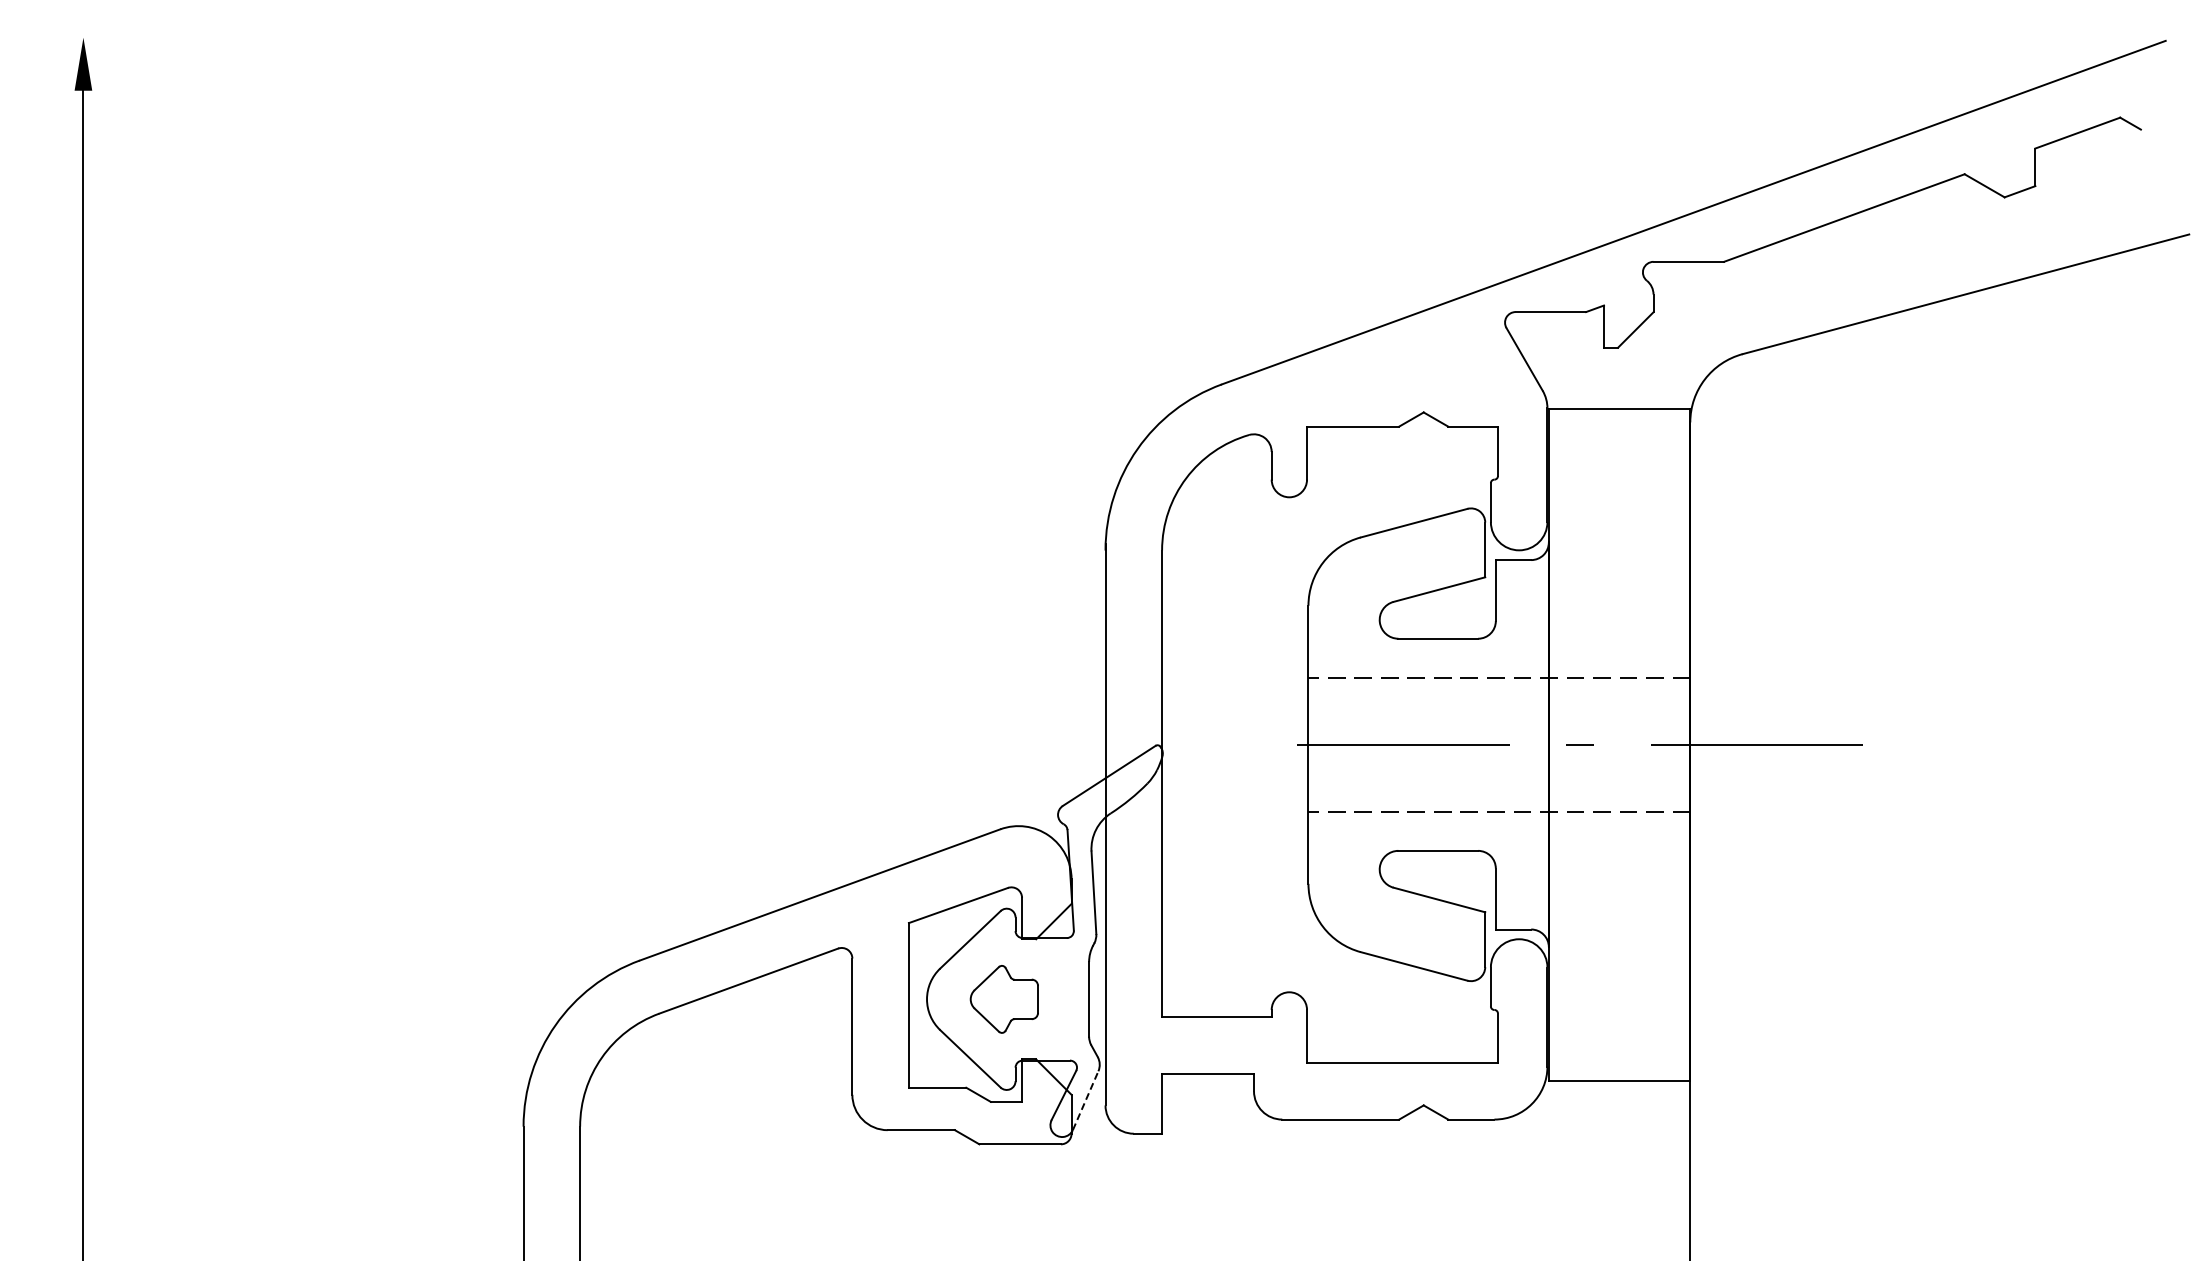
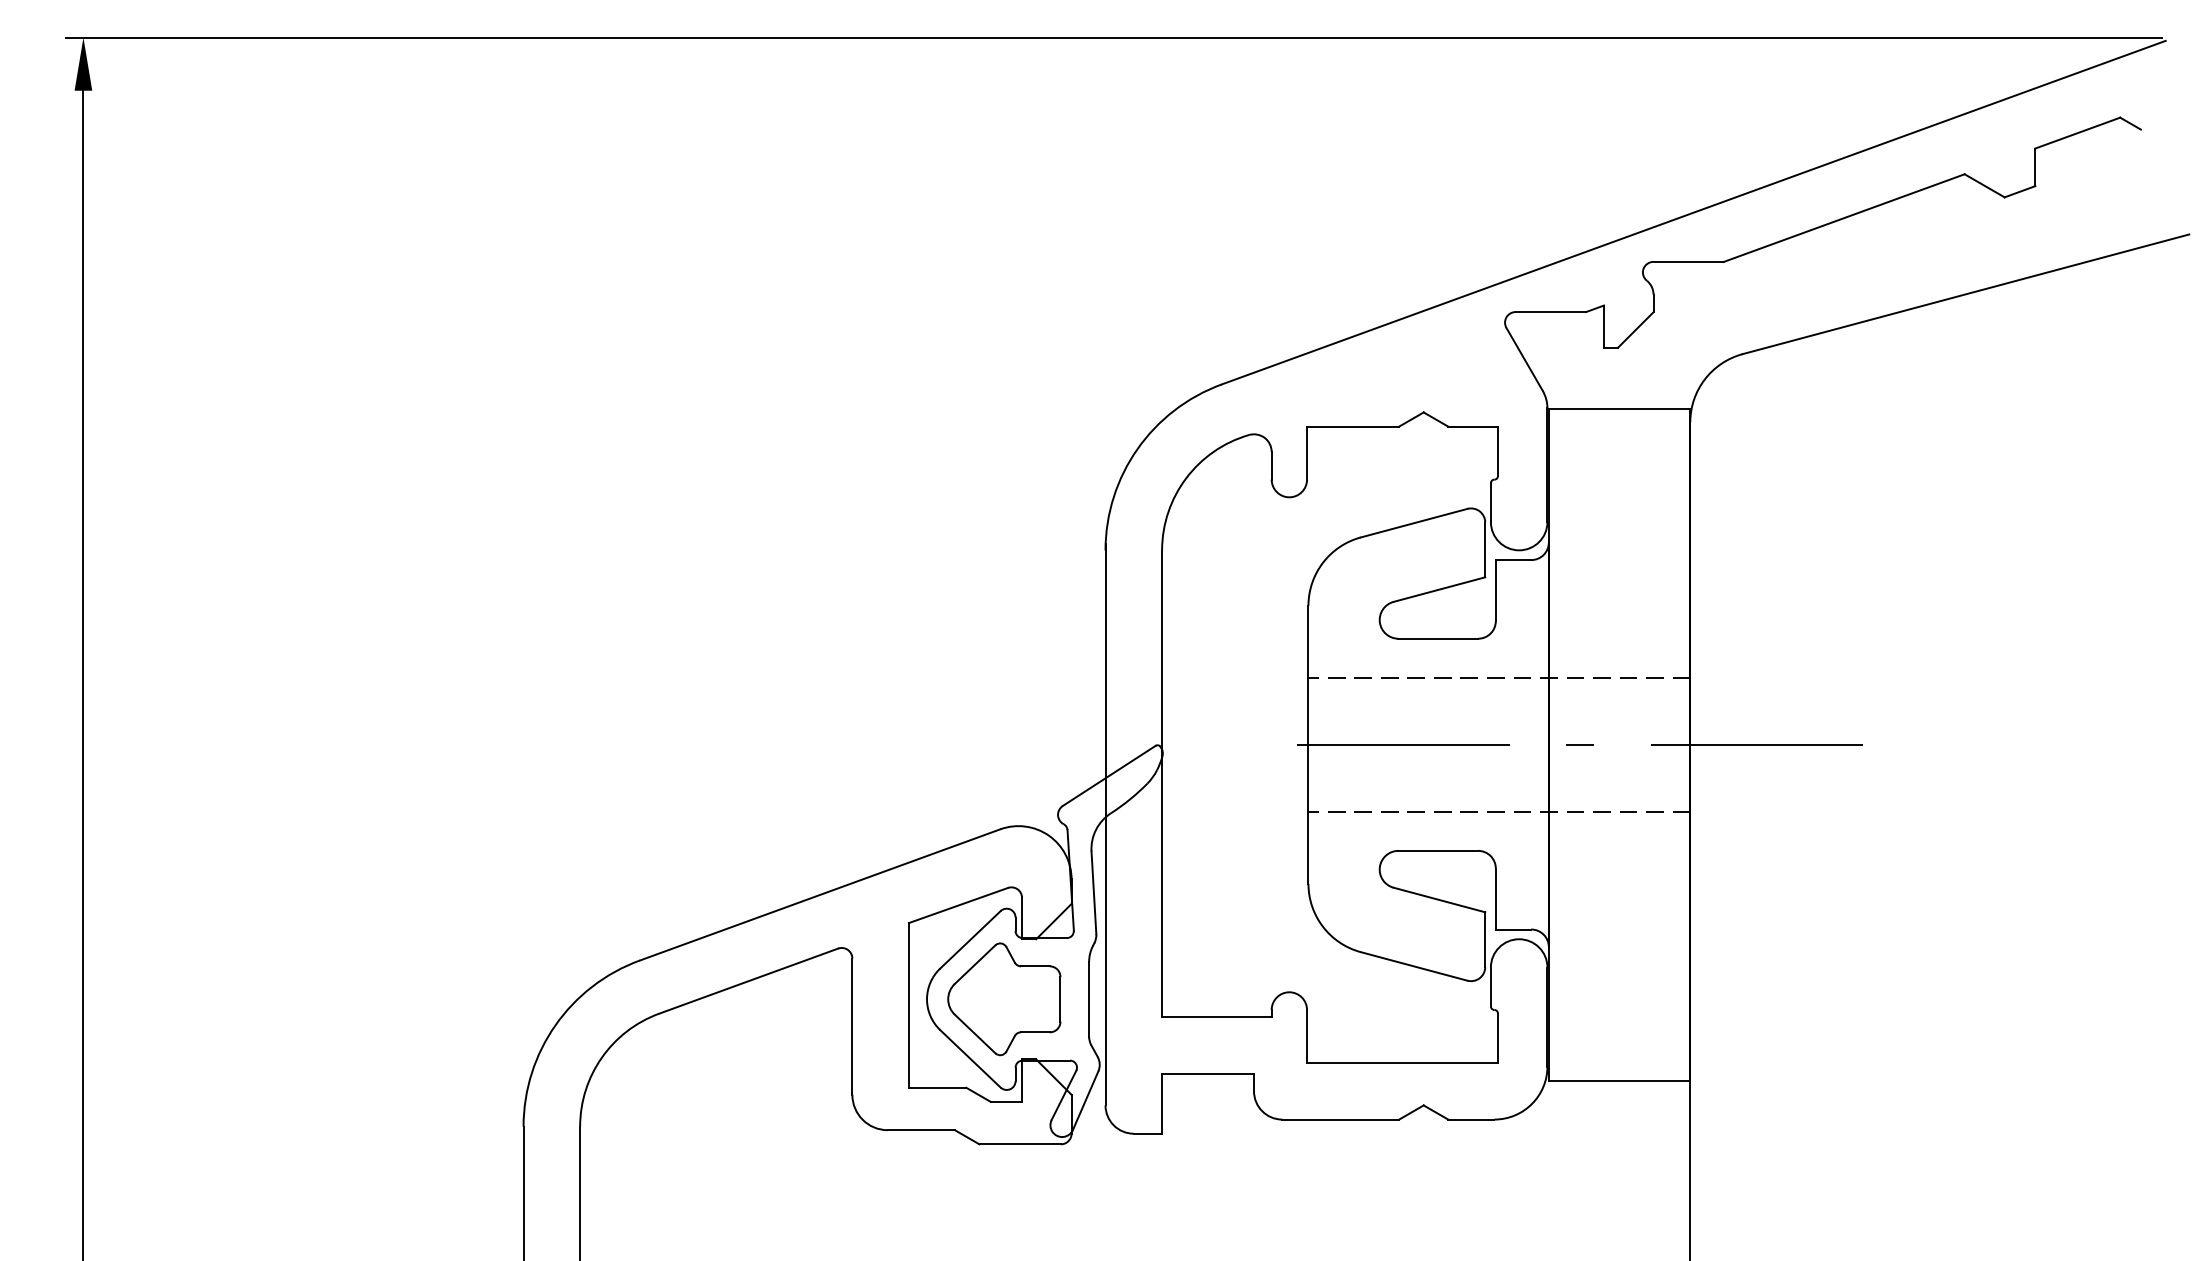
line at (1113, 37): none -> present
part at (1003, 999) size: 70x69 px -> 115x115 px
line at (1085, 1100): dashed -> solid
